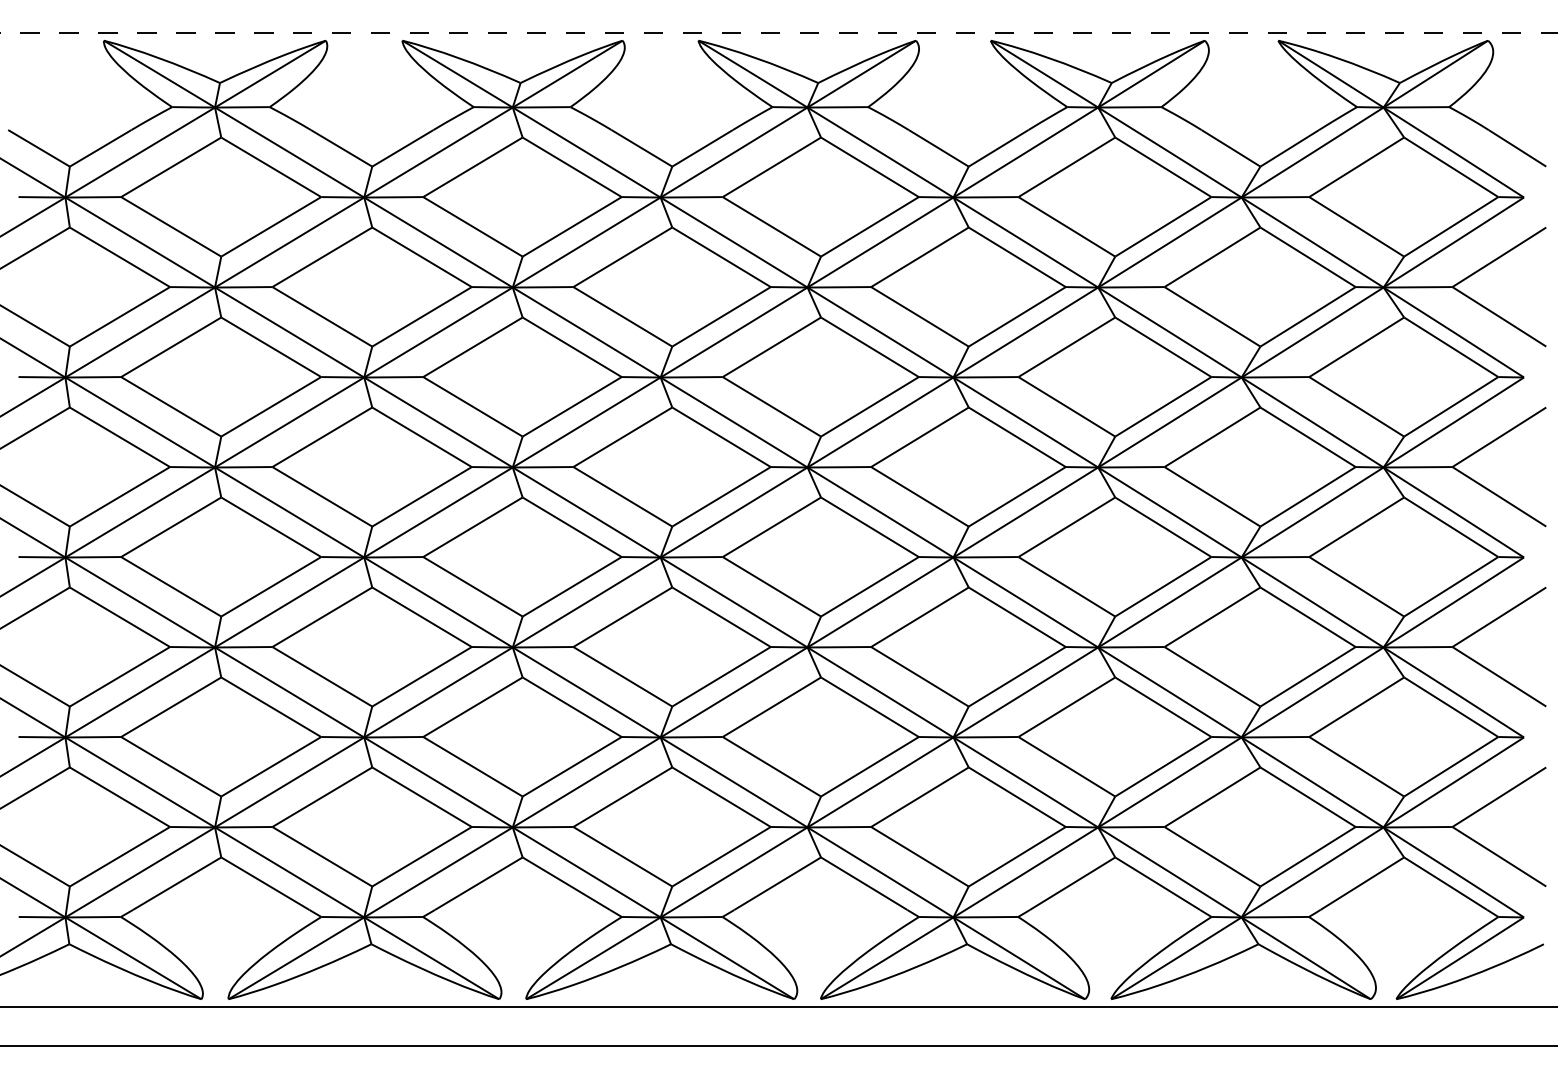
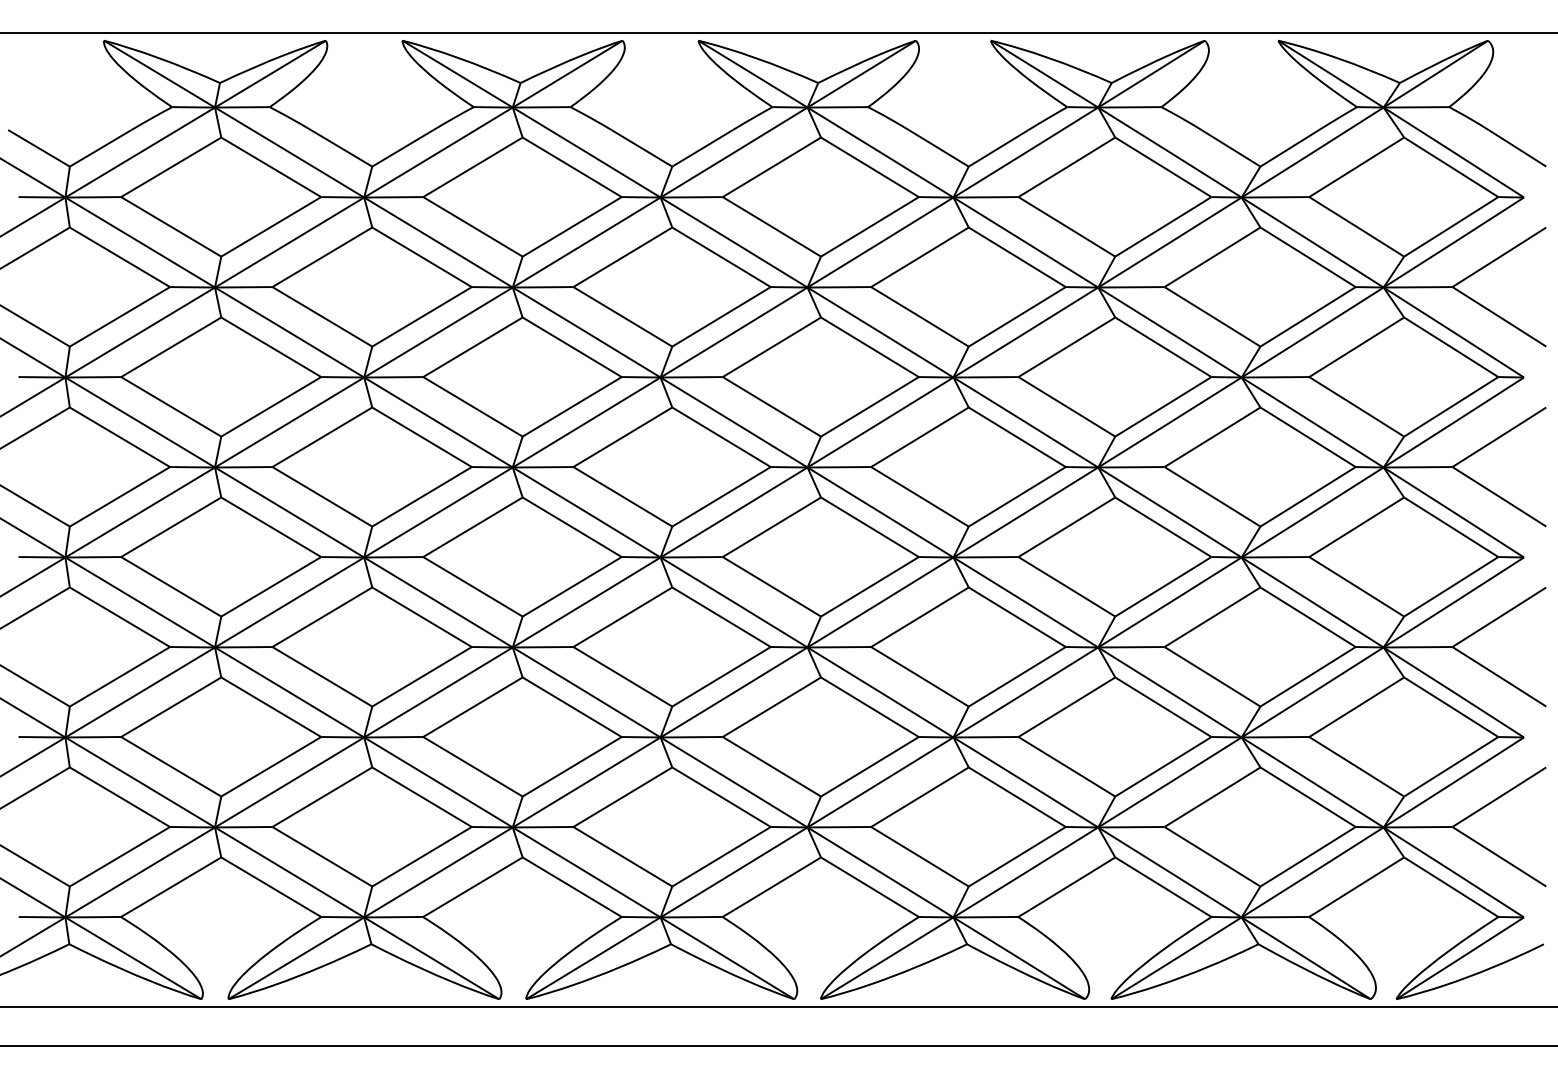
line at (779, 32): dashed -> solid
